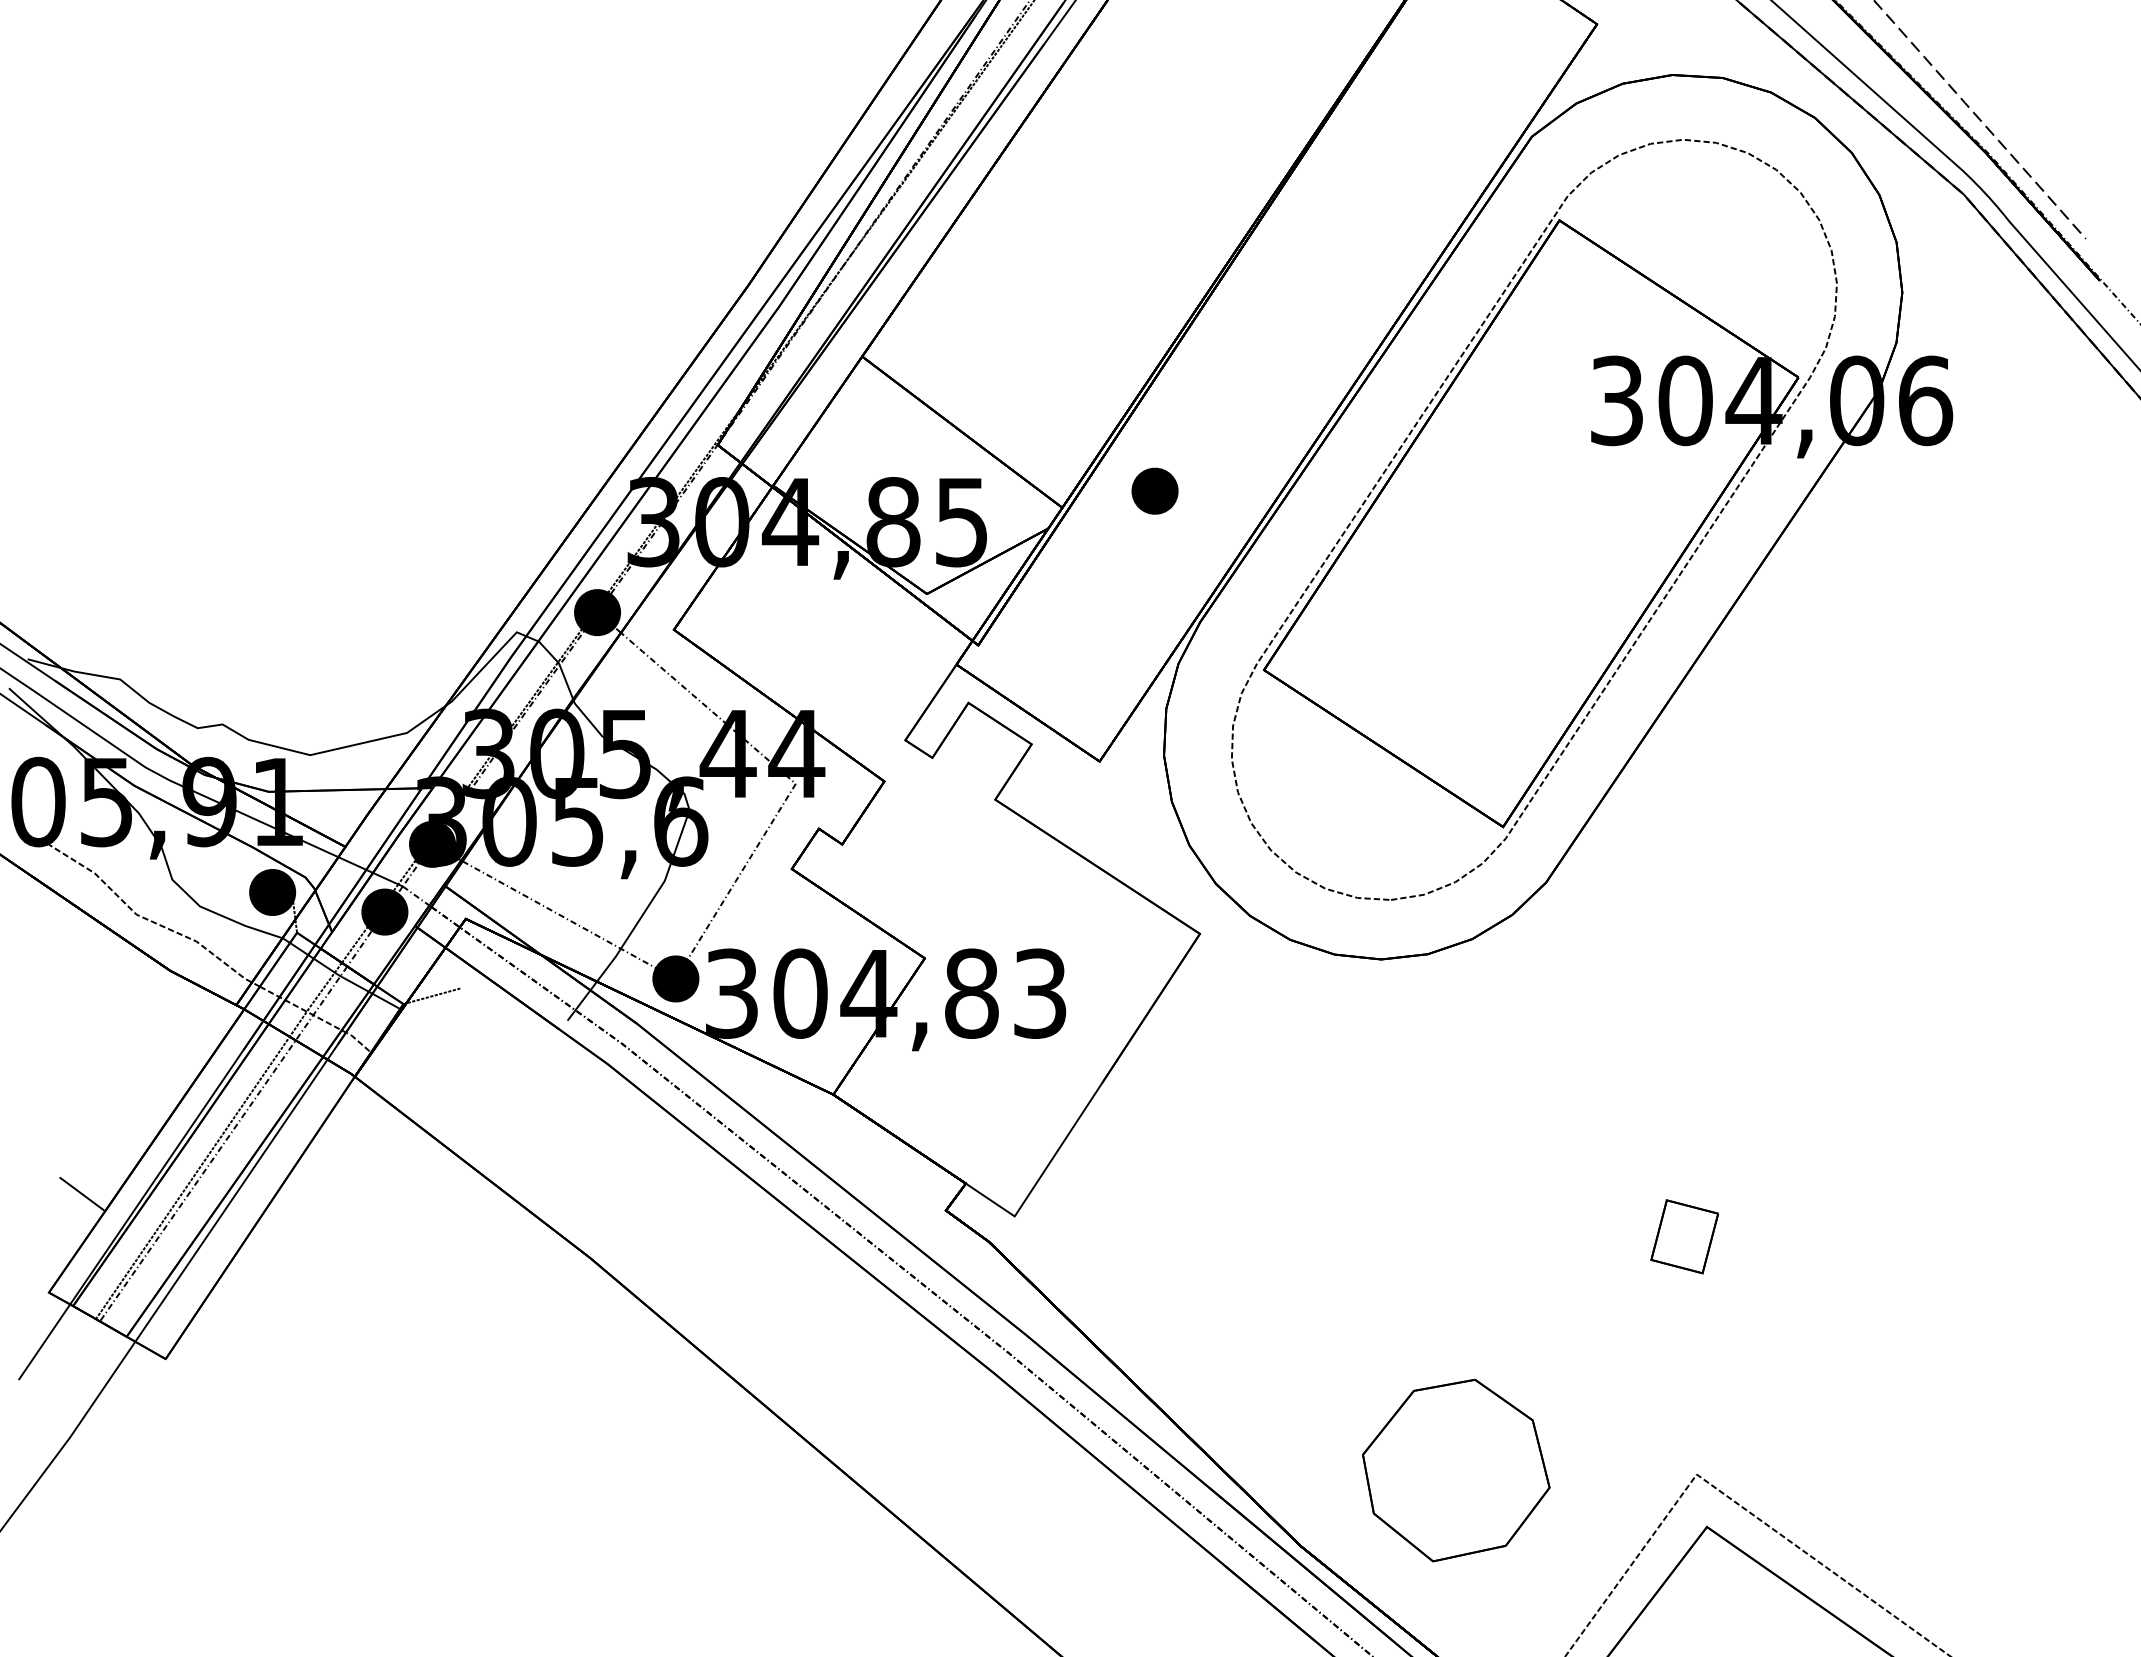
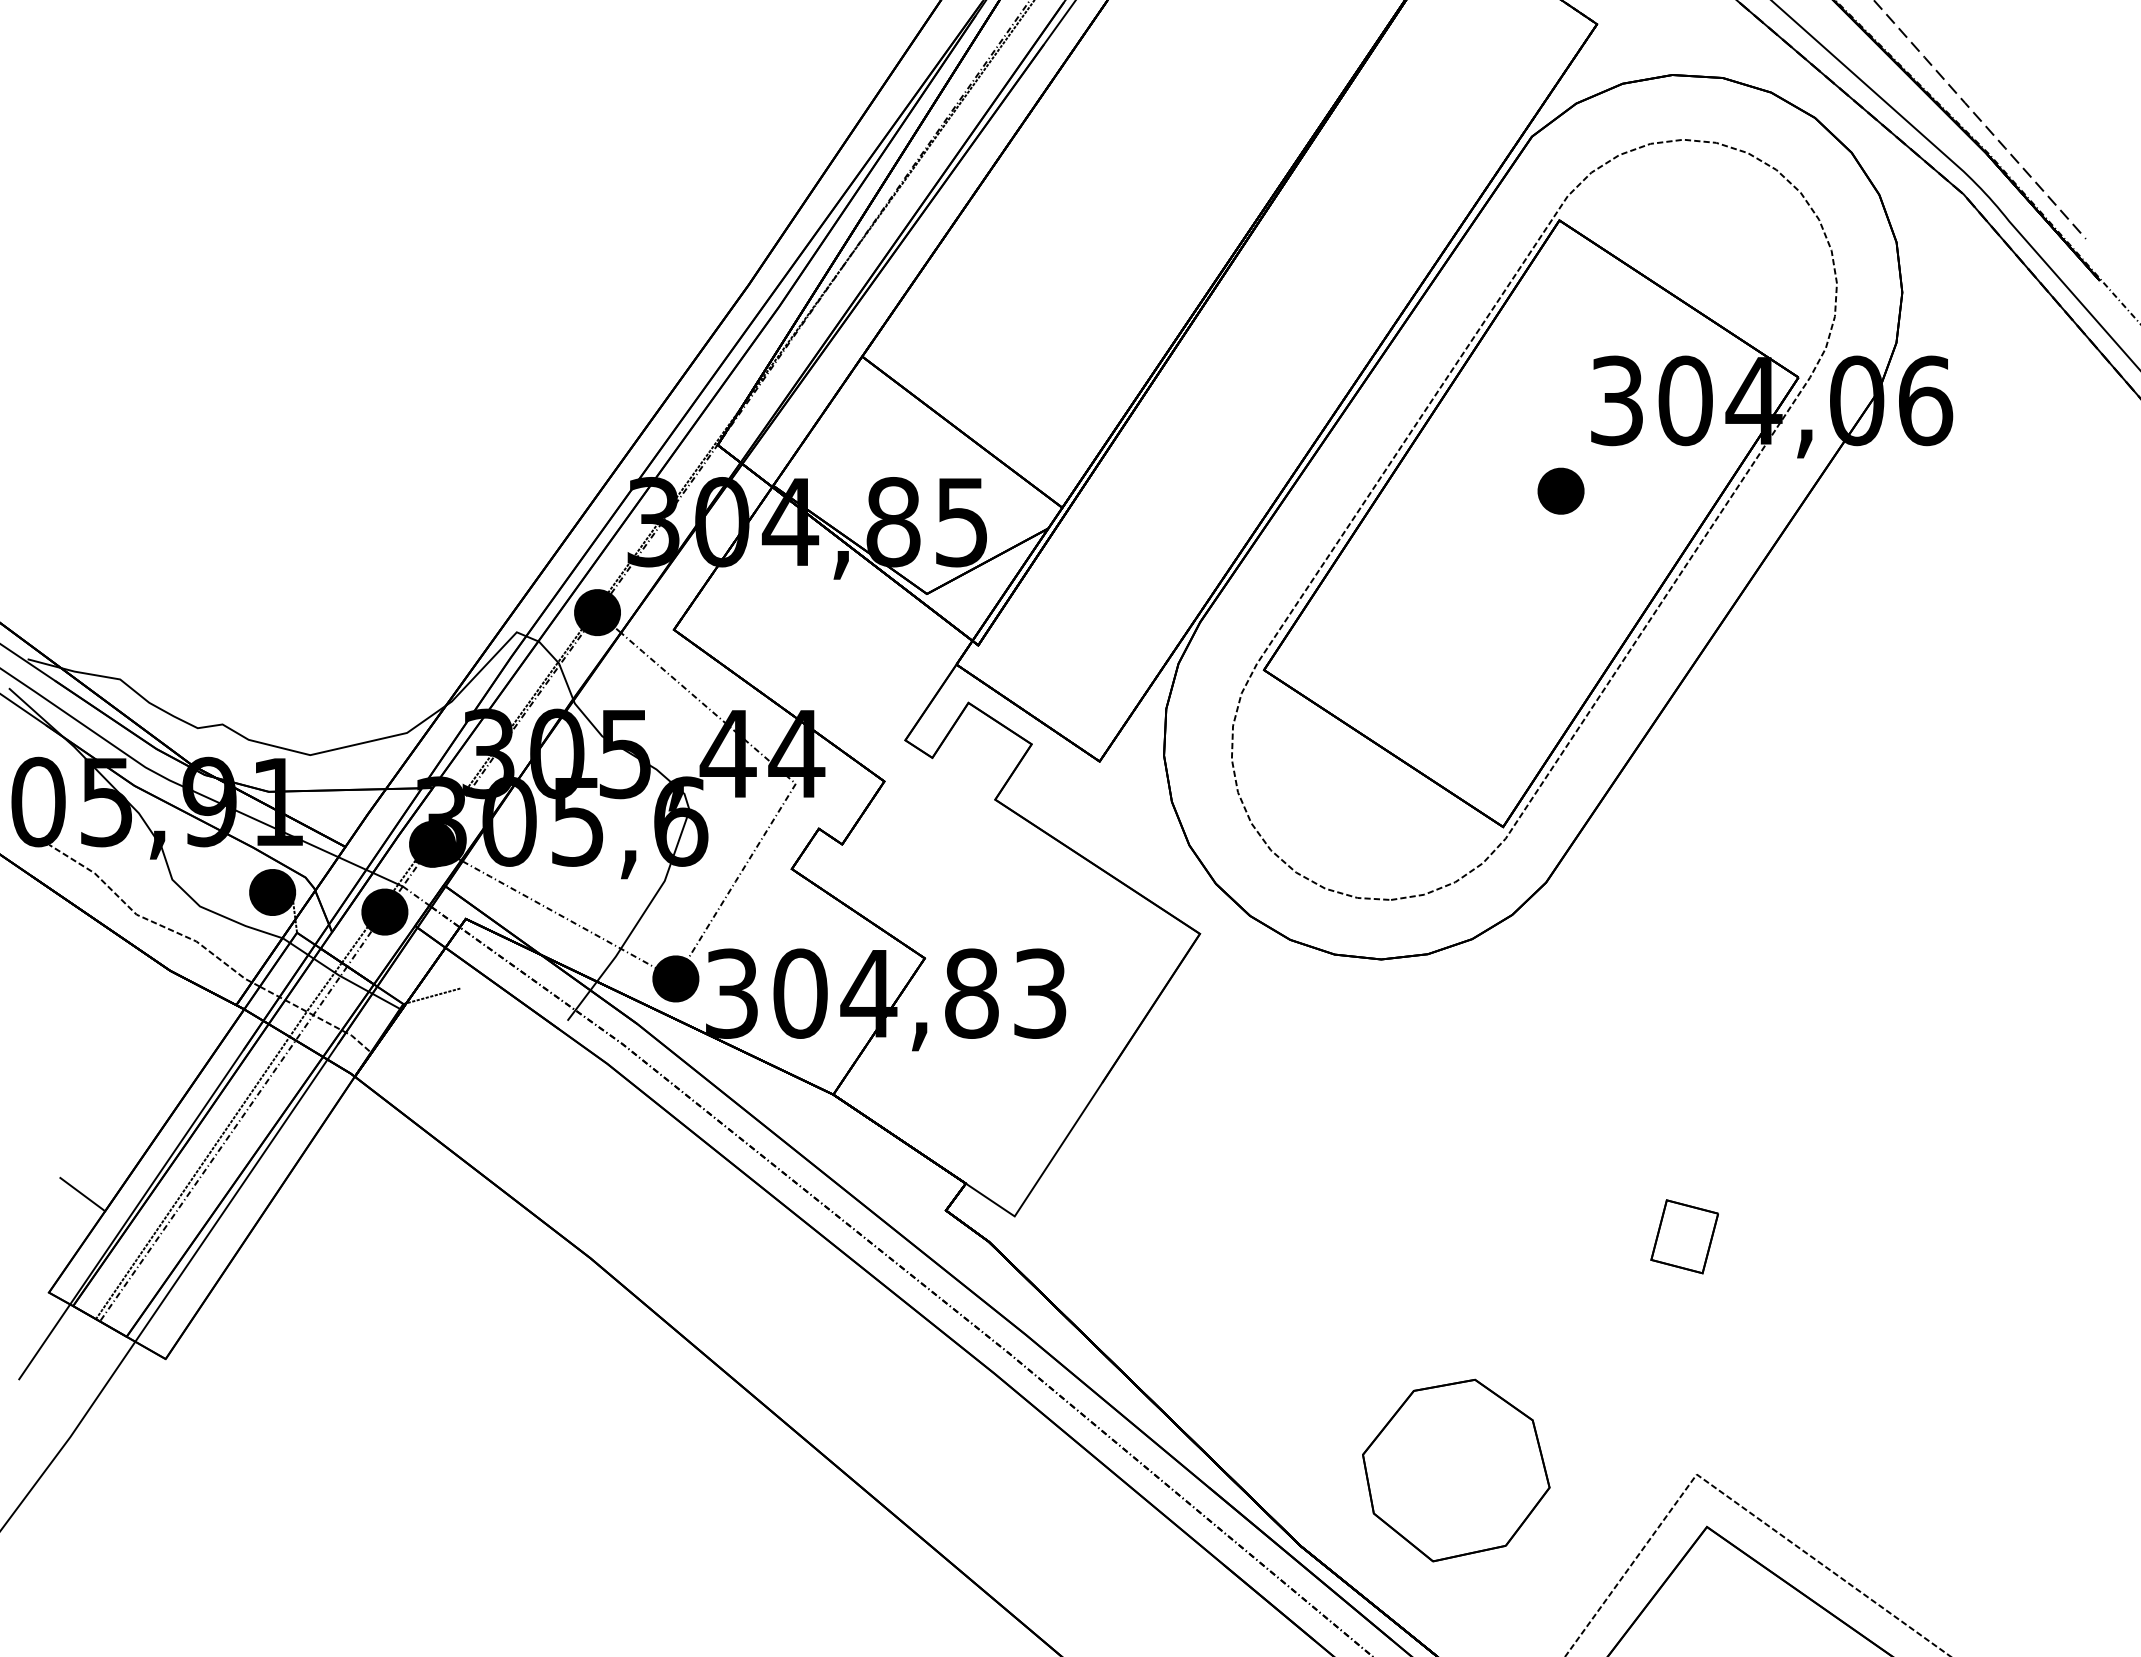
part at (1154, 490) position: (1154, 490) -> (1560, 490)
